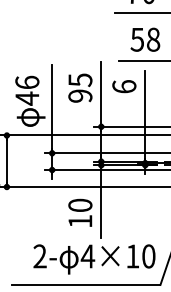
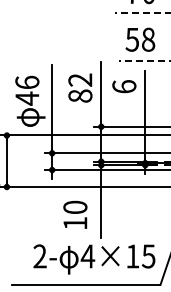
line at (142, 12): solid -> dashed
text at (145, 39) position: (145, 39) -> (140, 39)
line at (144, 60): solid -> dashed
text at (80, 87): 95 -> 82
text at (80, 212) position: (80, 212) -> (75, 214)
text at (148, 256): 4×10 -> 4×15
